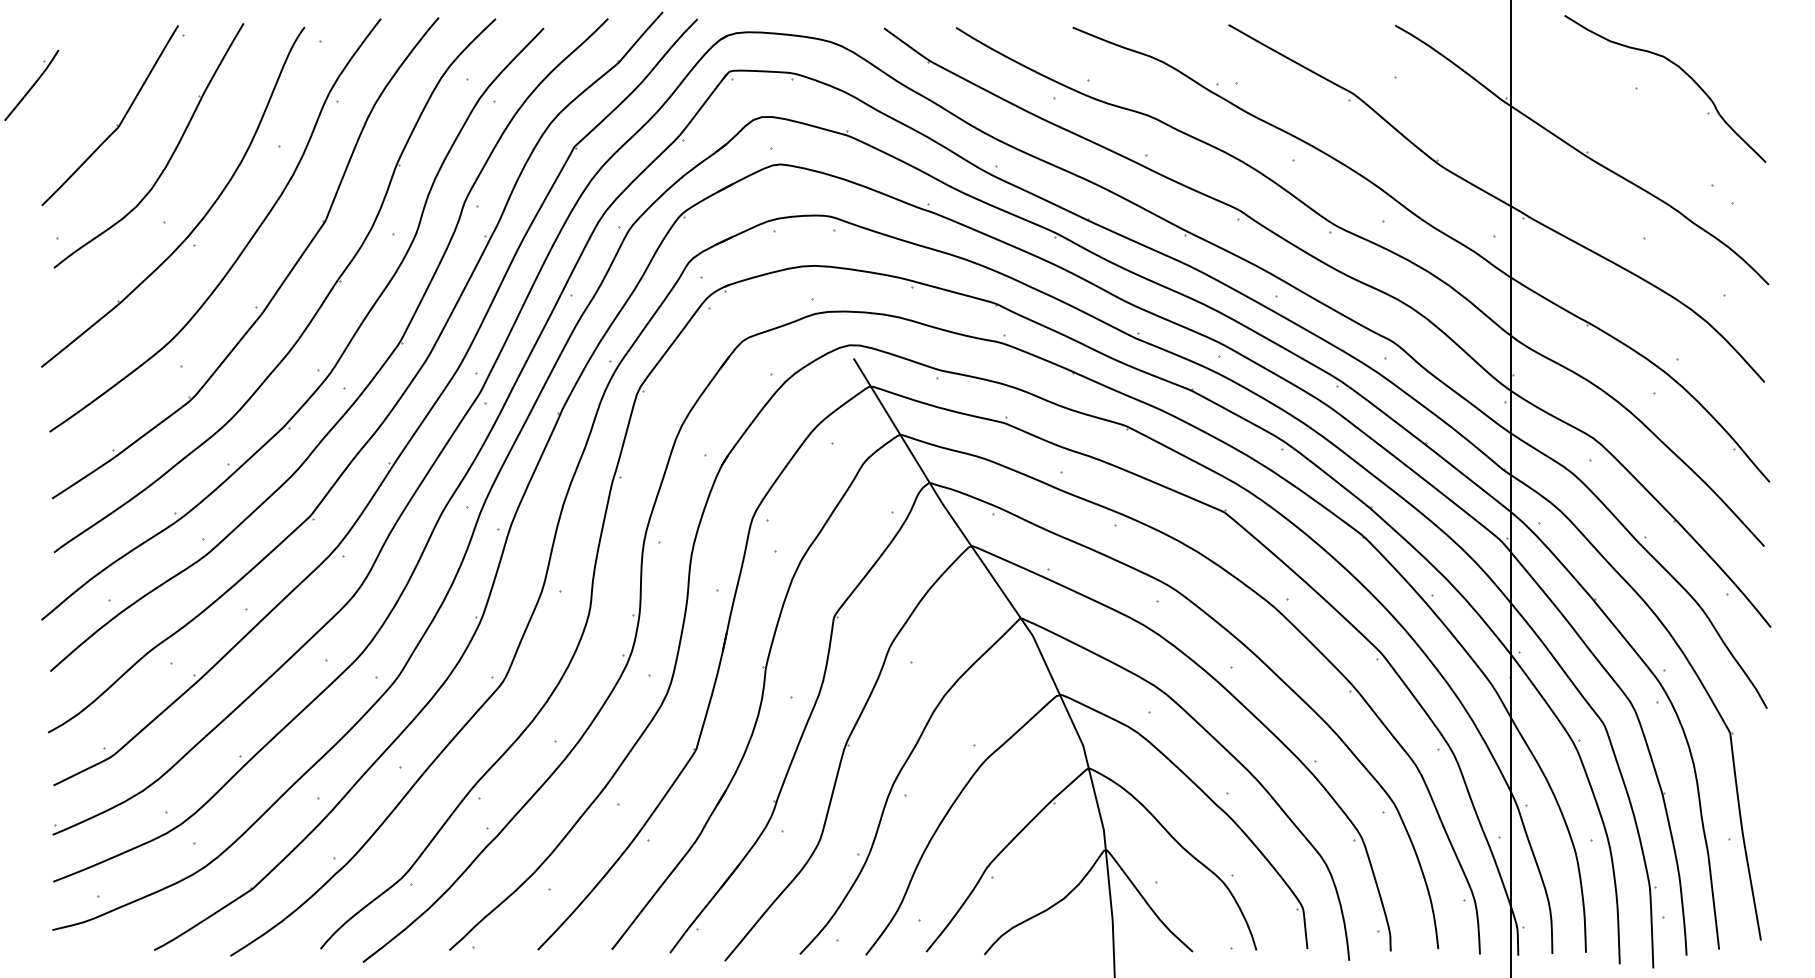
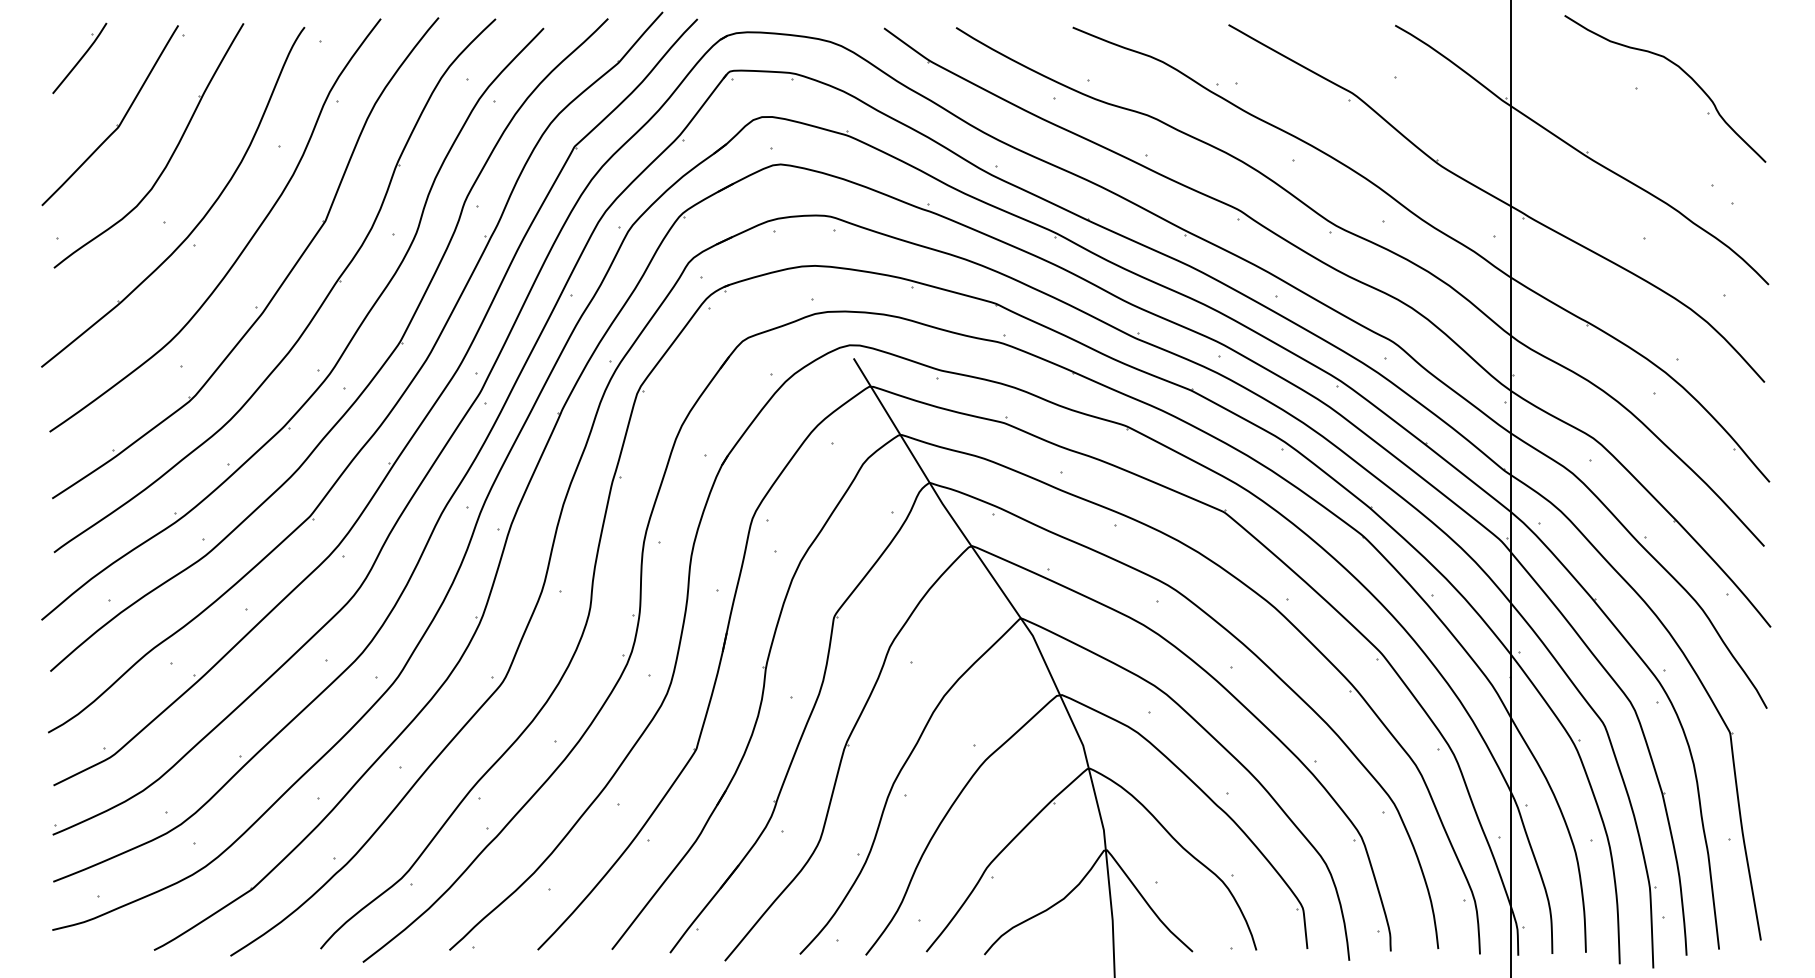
part at (31, 85) position: (31, 85) -> (79, 58)
